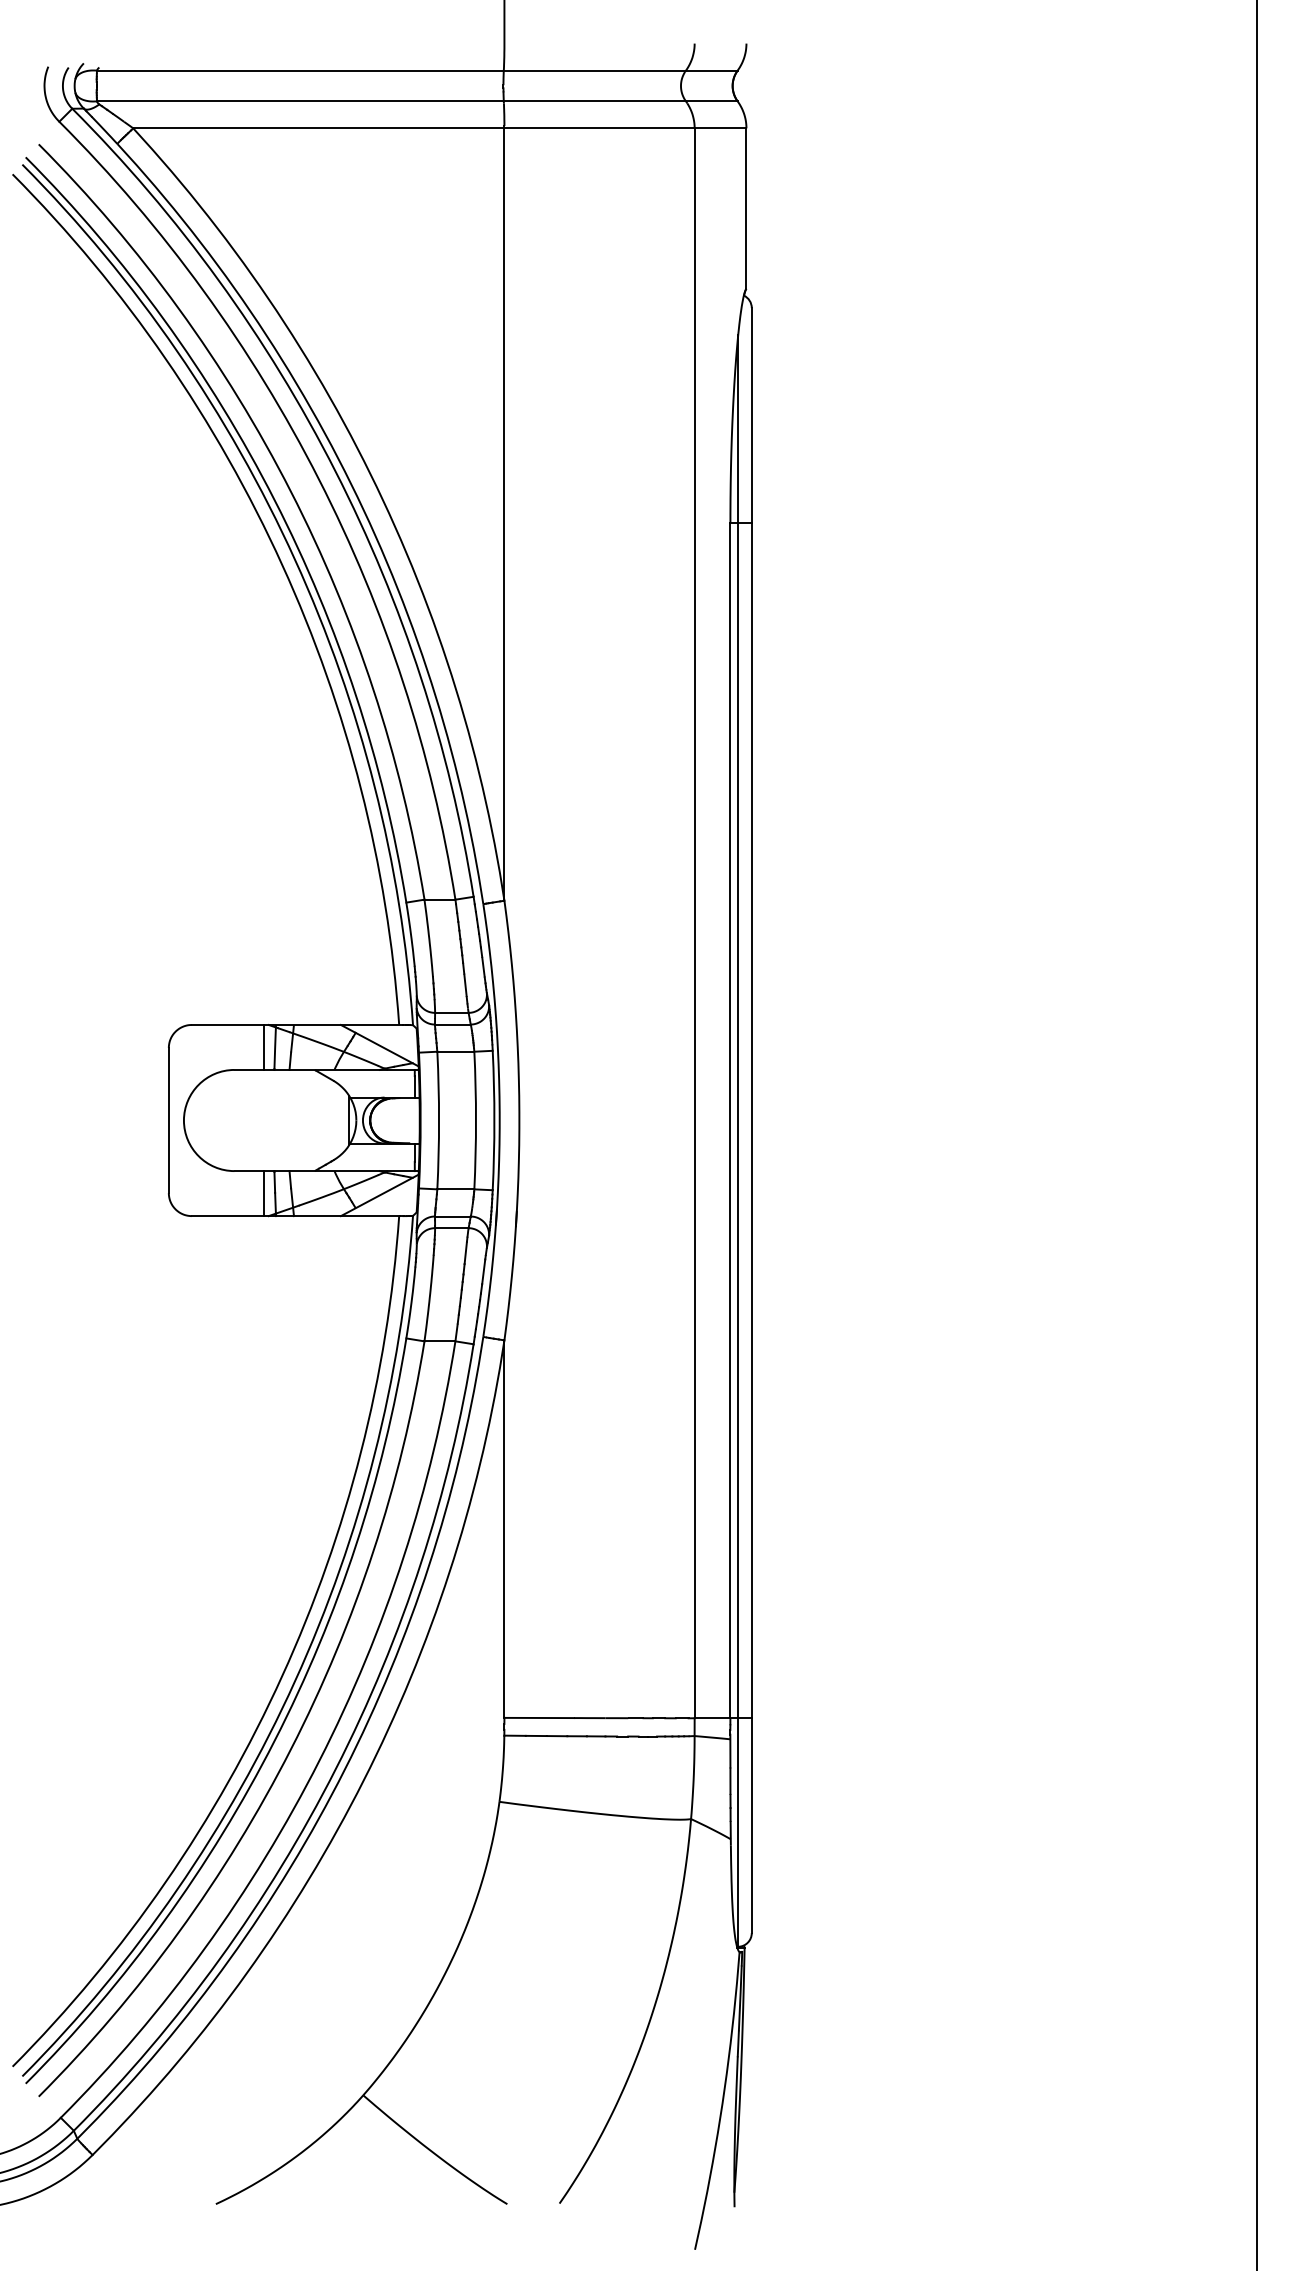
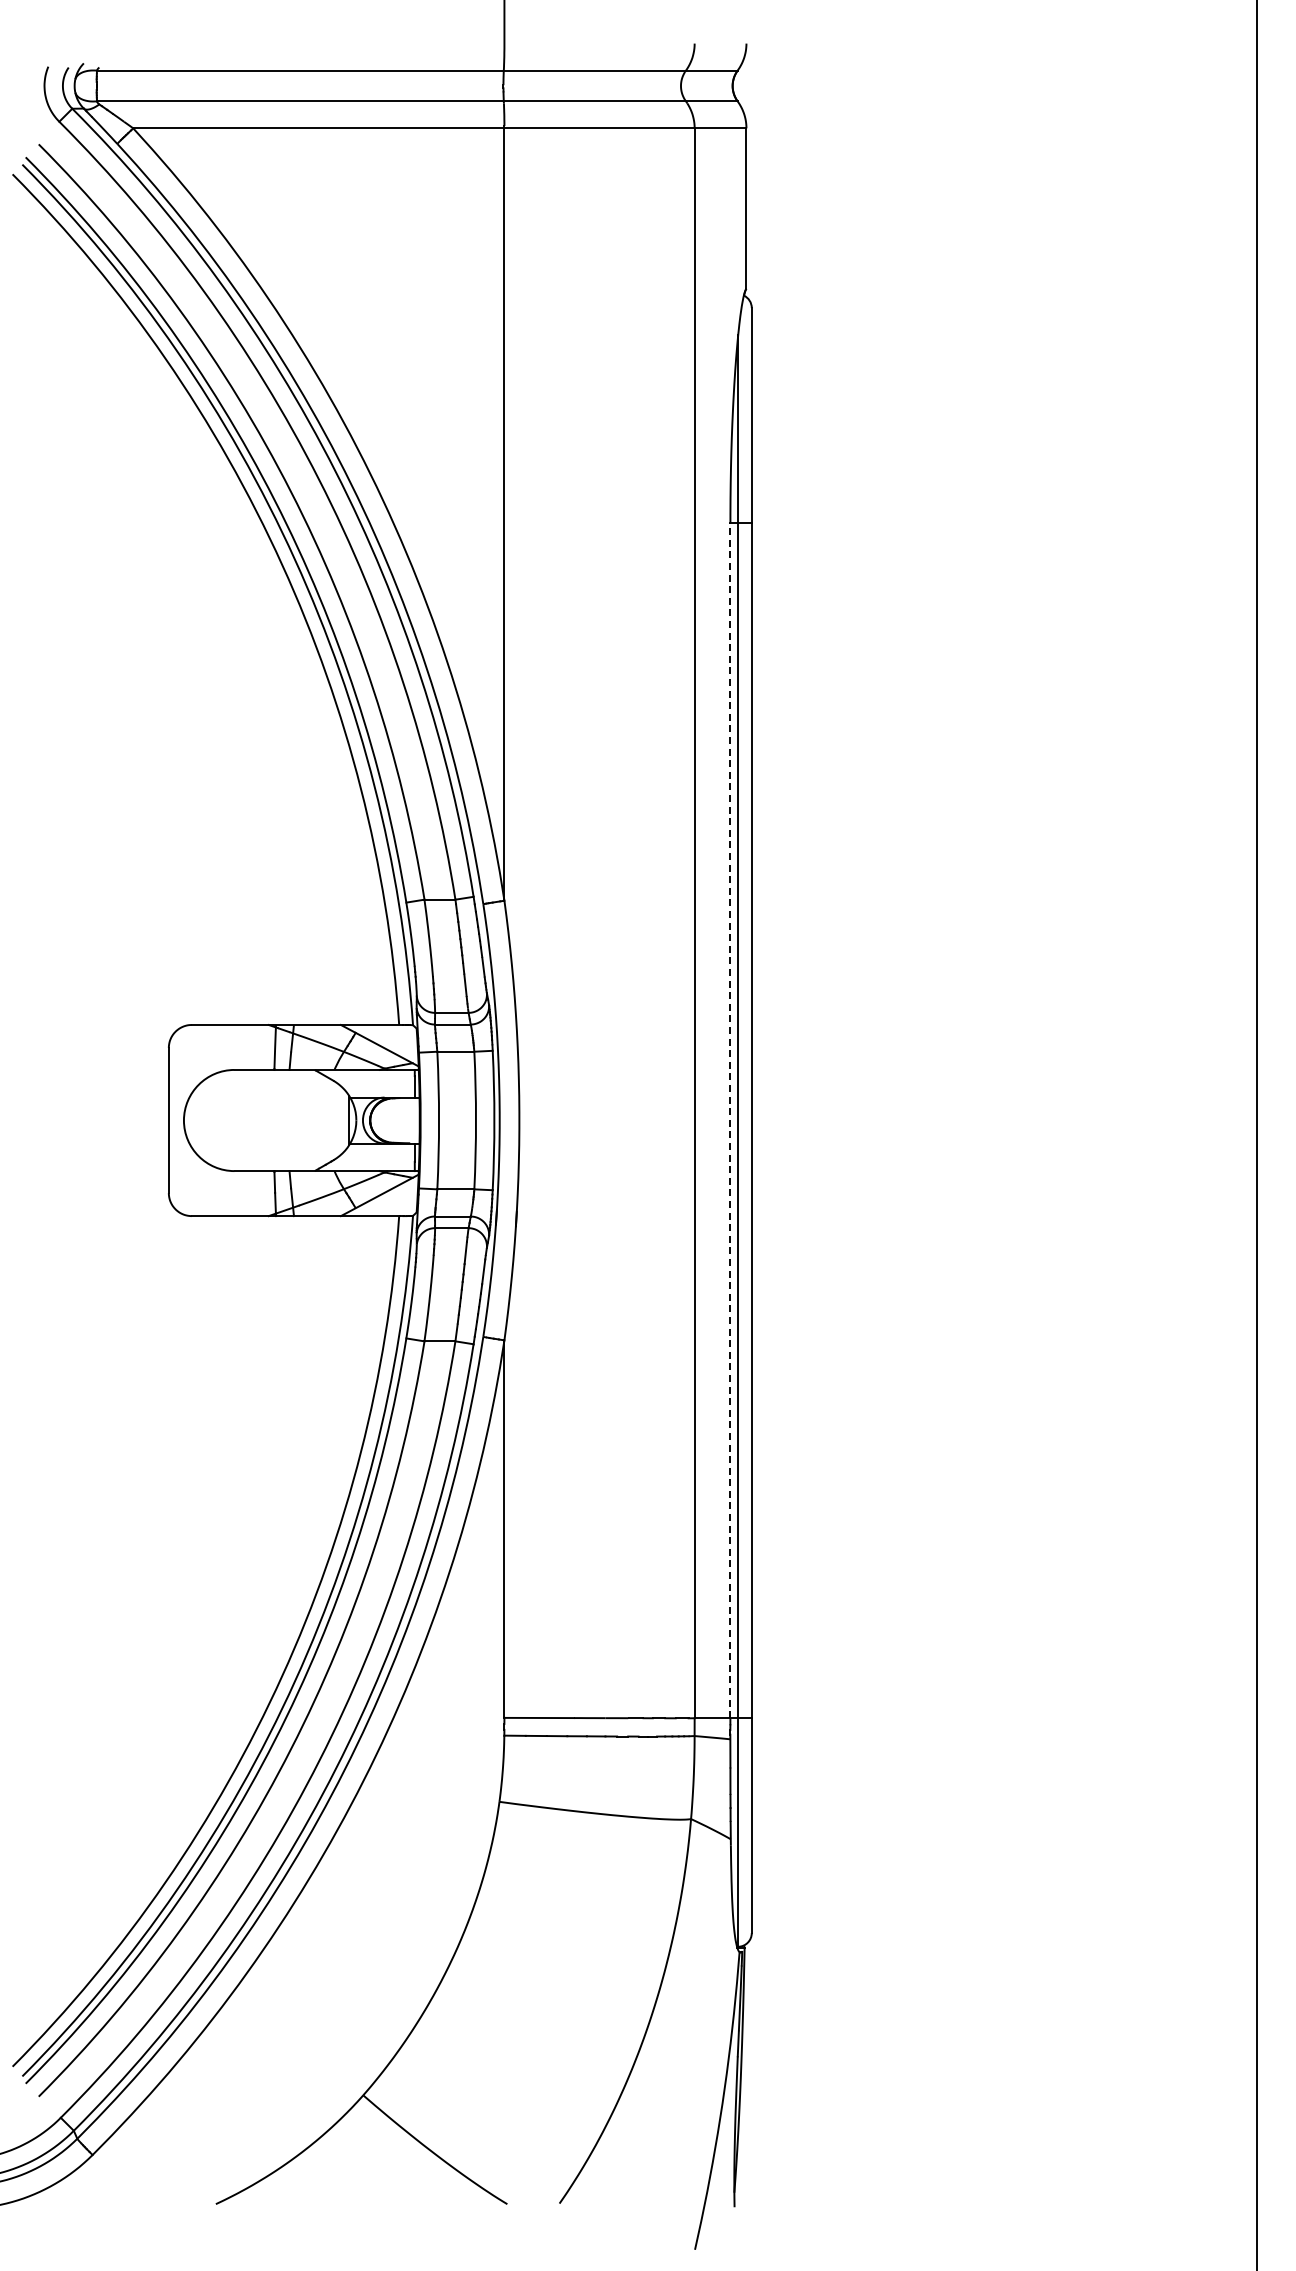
line at (264, 1046): present -> none
line at (730, 1120): solid -> dashed
line at (264, 1193): present -> none
